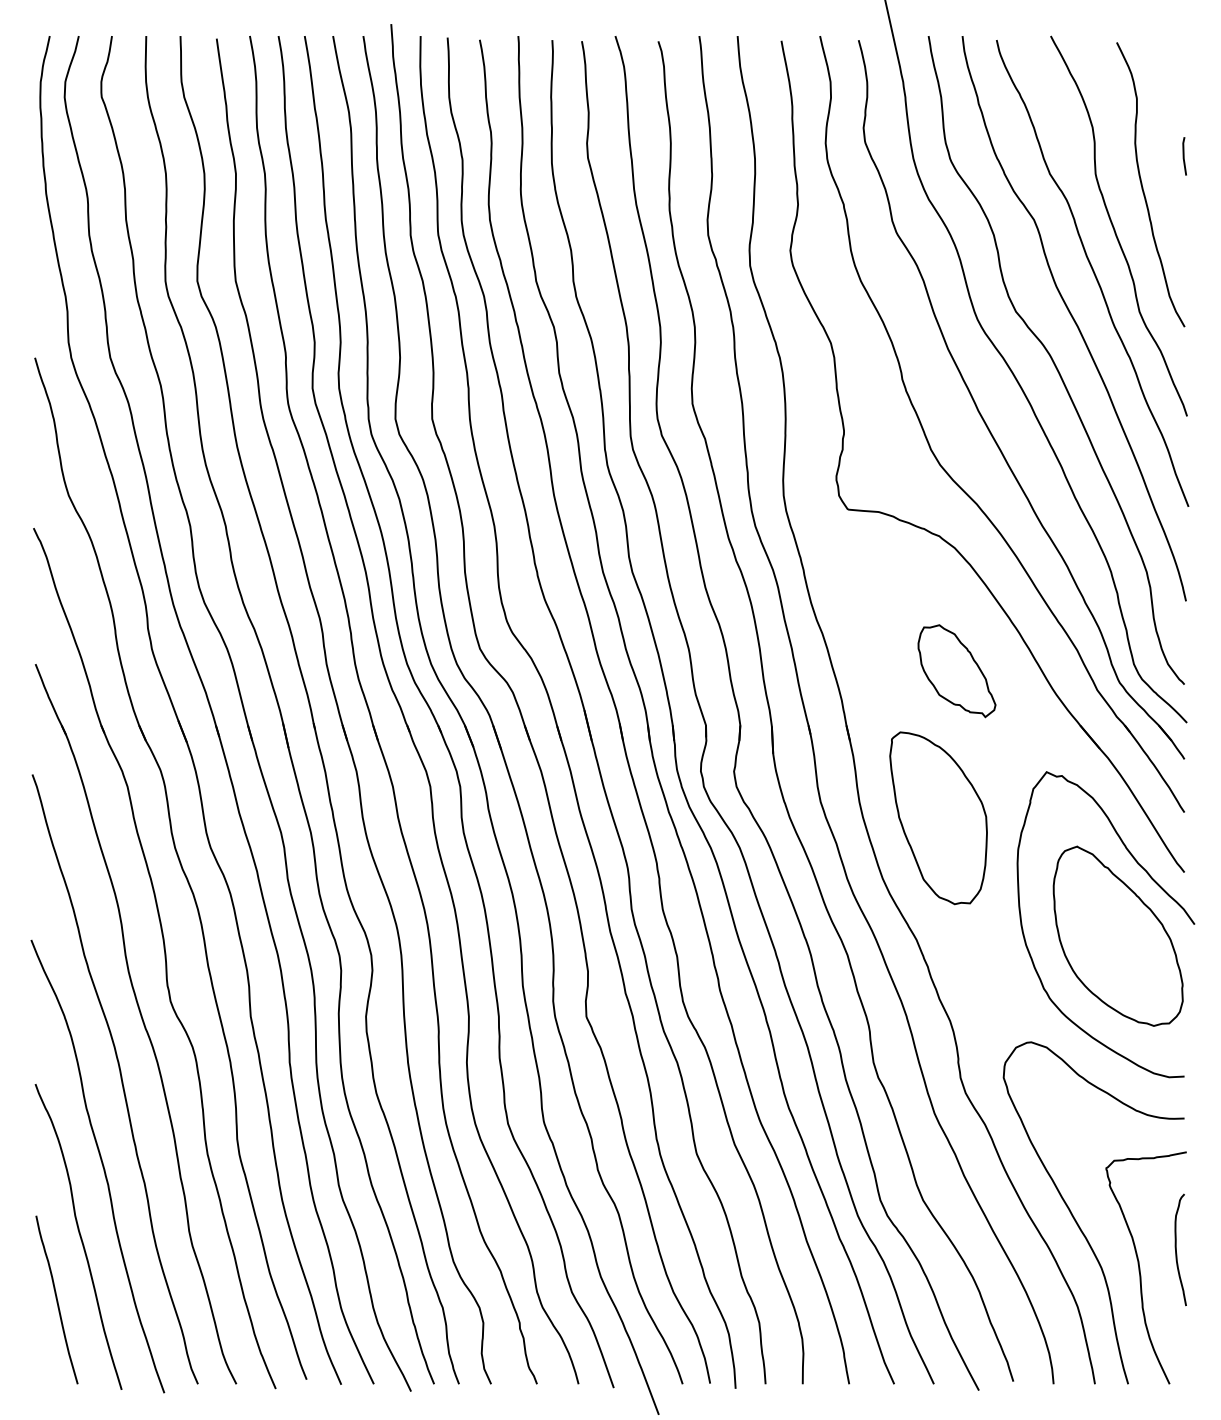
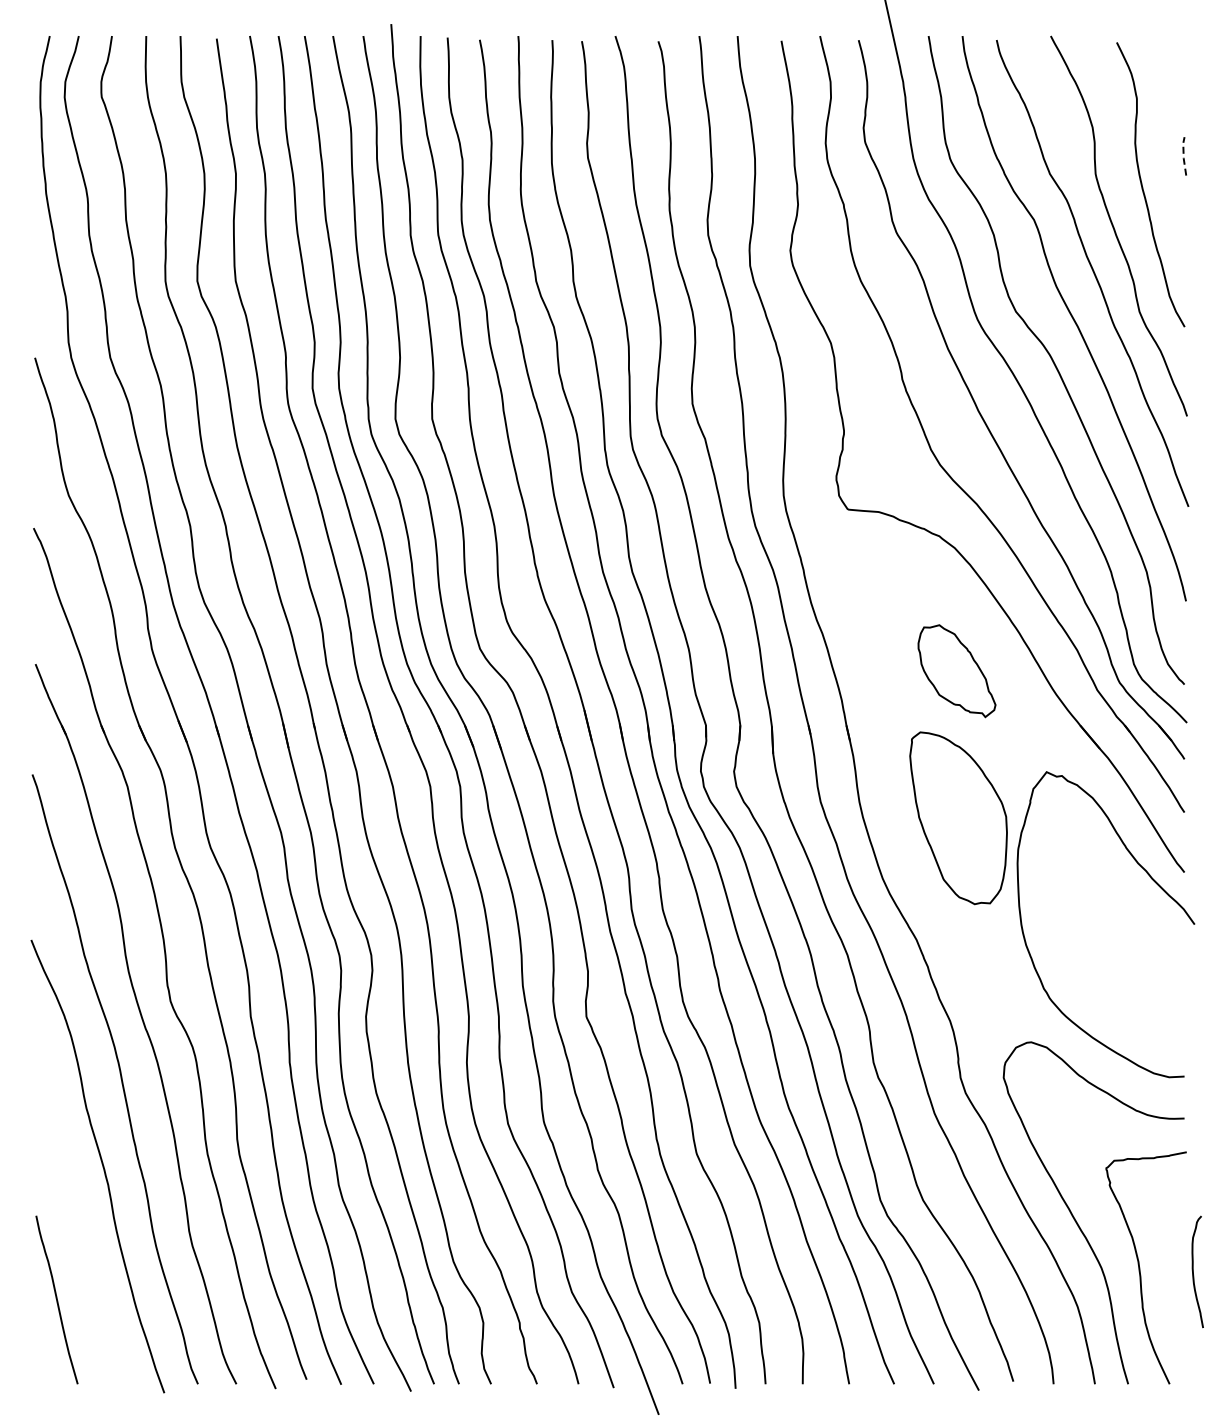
line at (1183, 155): solid -> dashed
part at (938, 818) position: (938, 818) -> (958, 818)
part at (1117, 935): present -> none
curve at (79, 1236): present -> none
curve at (1176, 1249) position: (1176, 1249) -> (1193, 1271)
